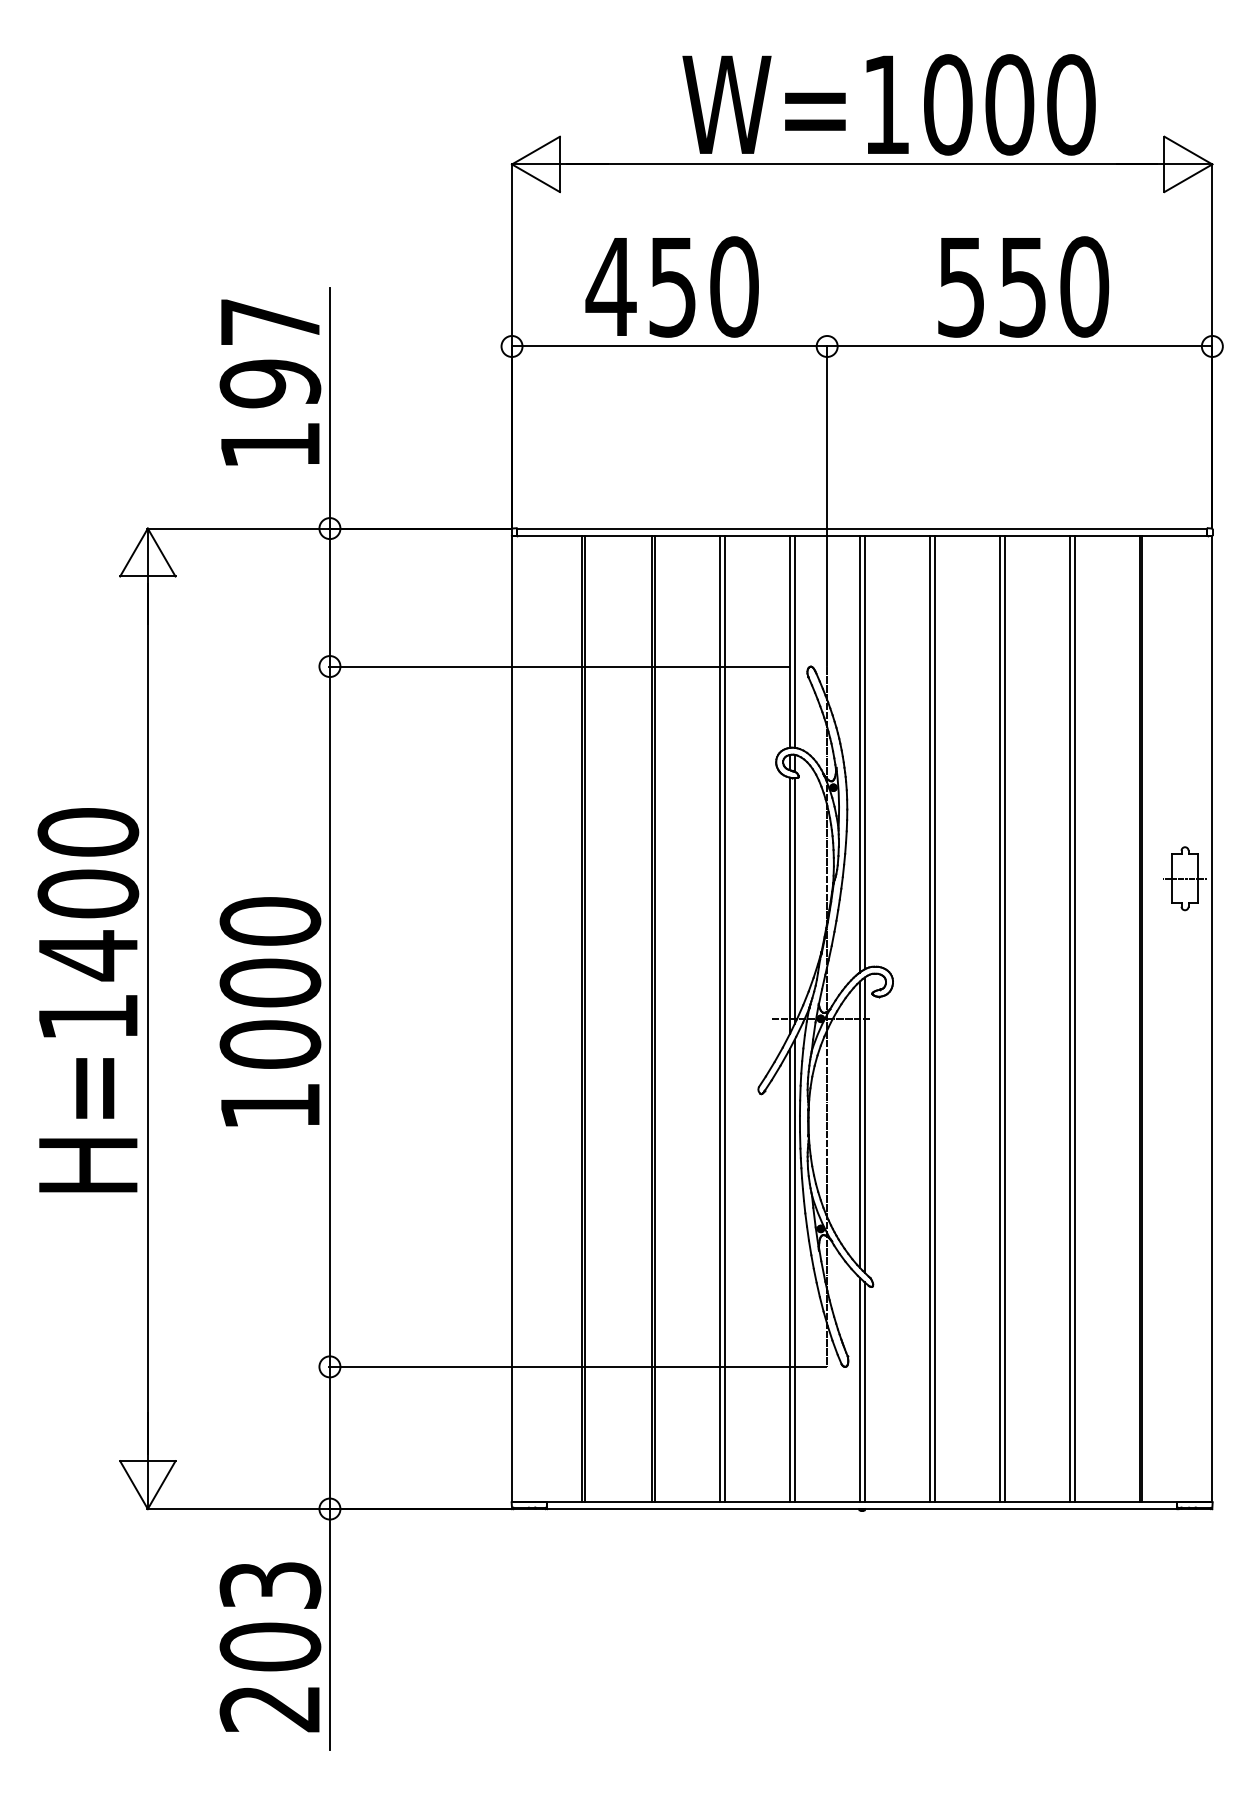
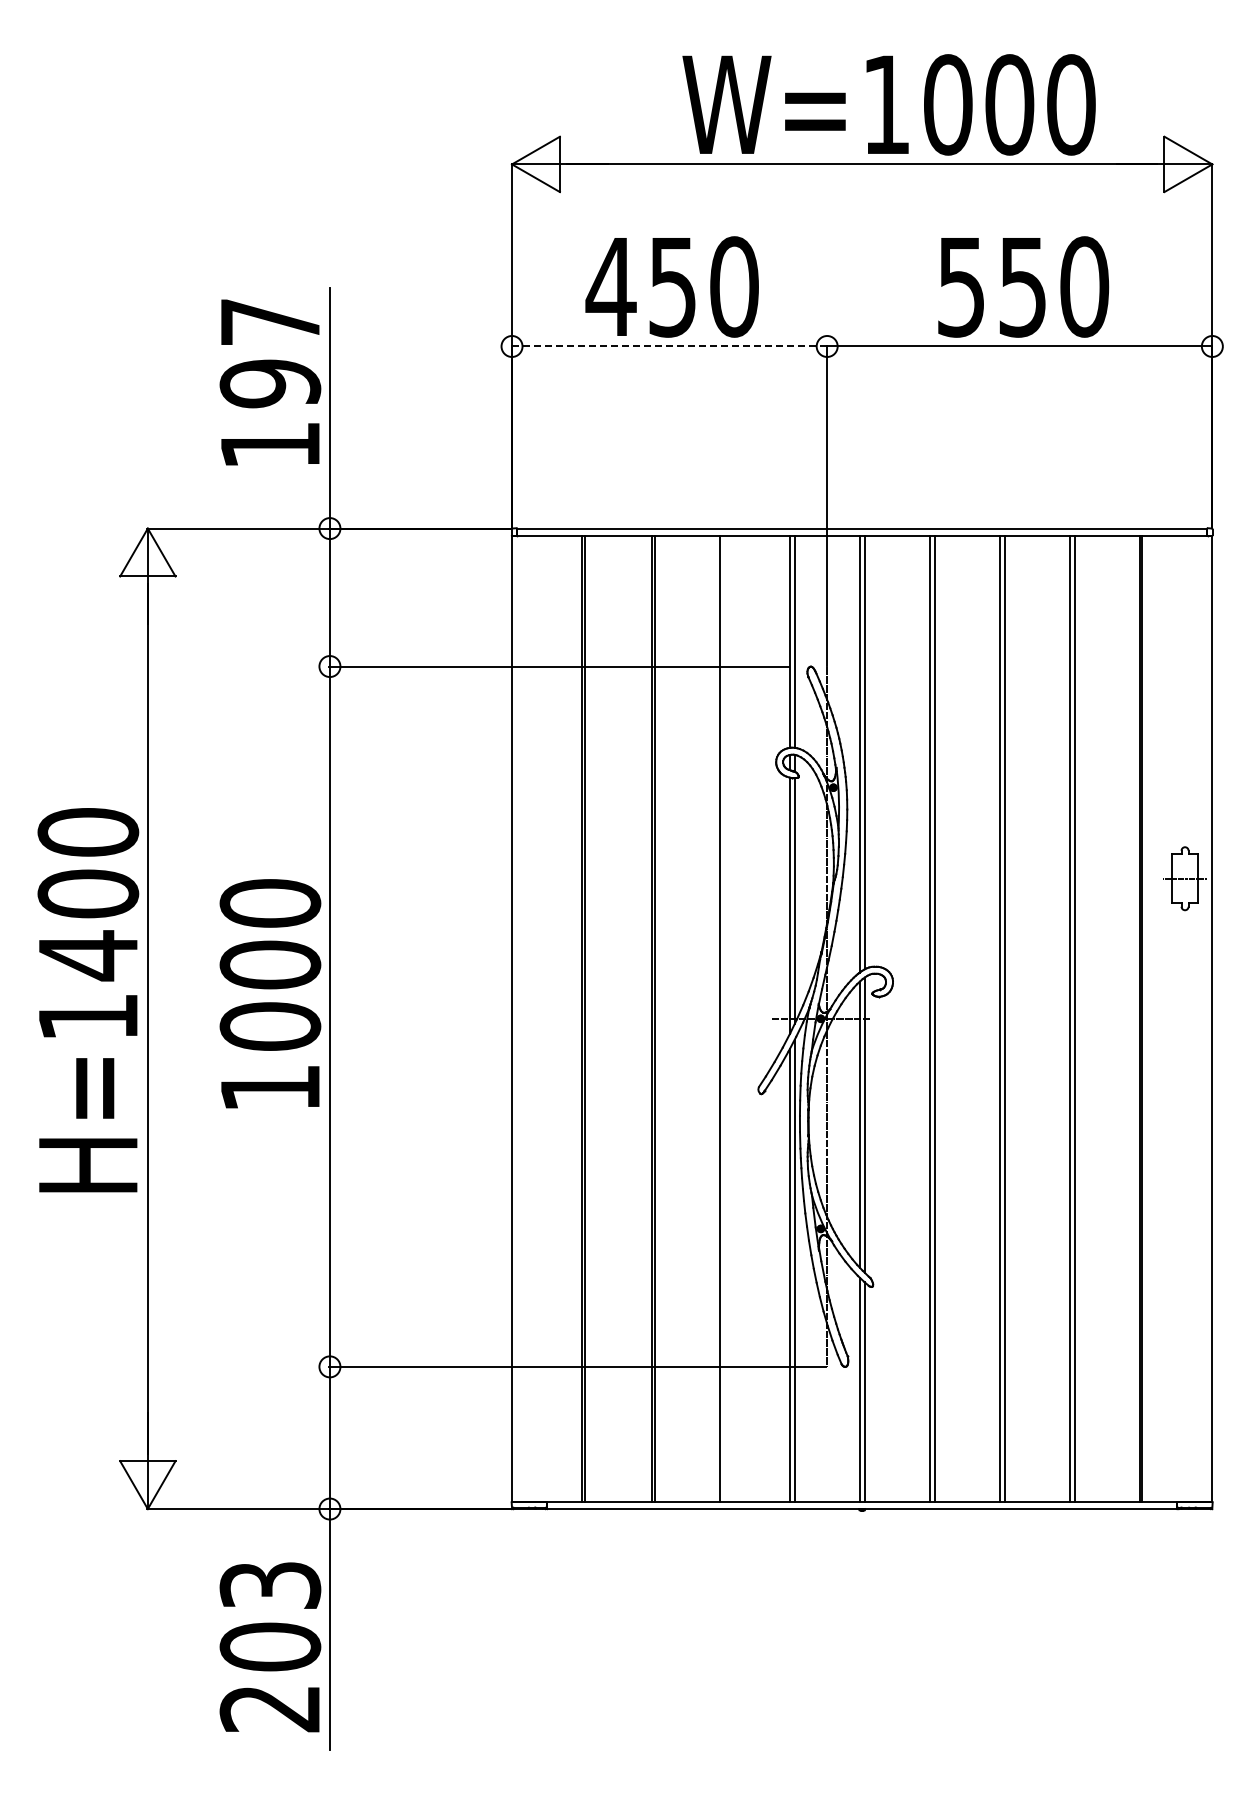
line at (669, 346): solid -> dashed
text at (270, 1011) position: (270, 1011) -> (270, 993)
line at (724, 1018): present -> none
